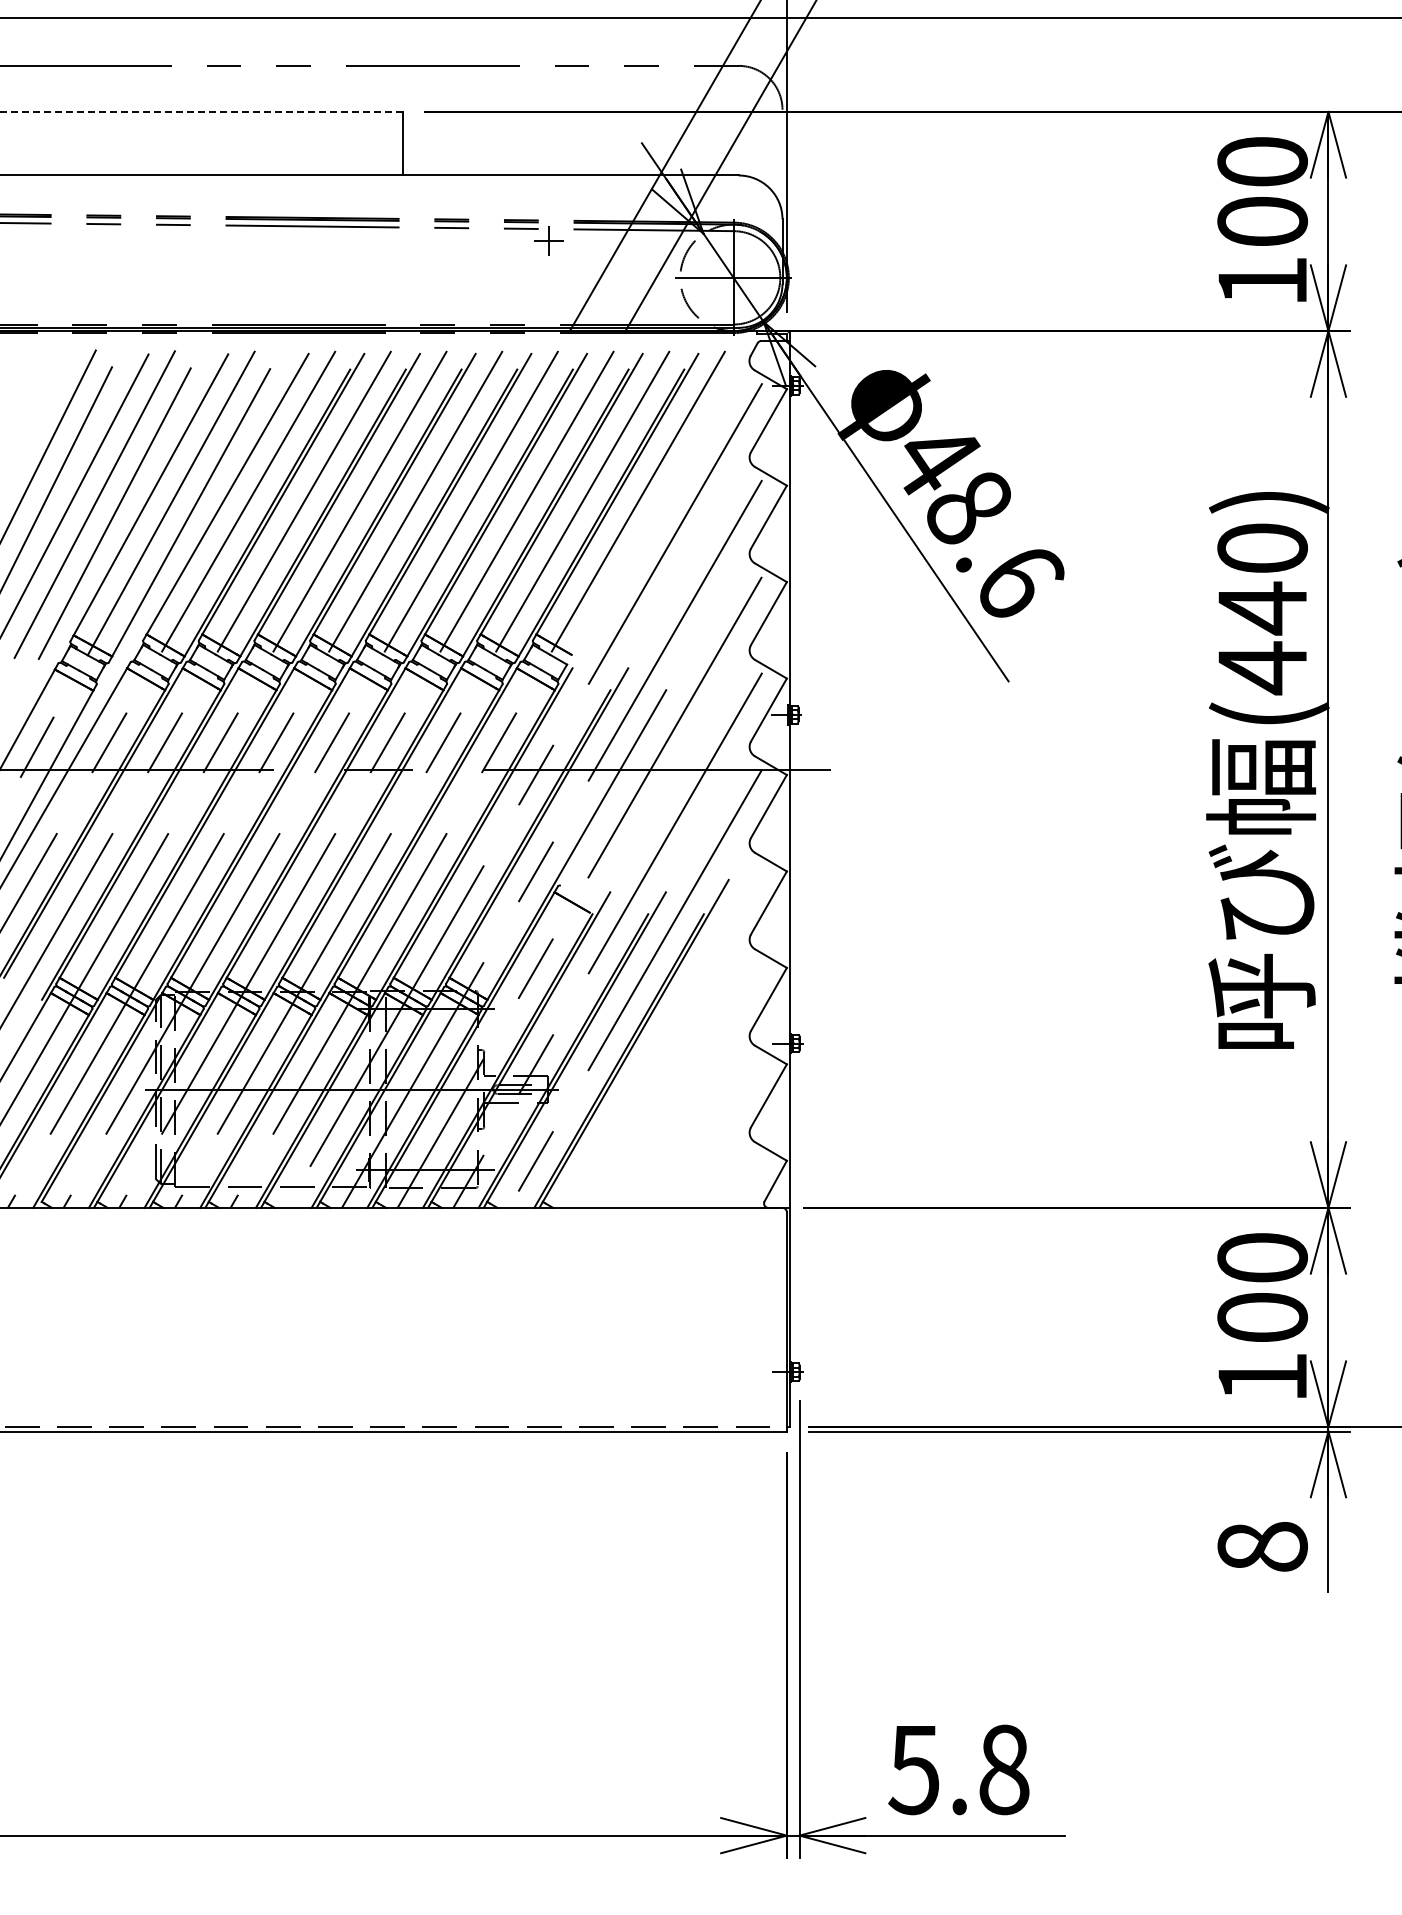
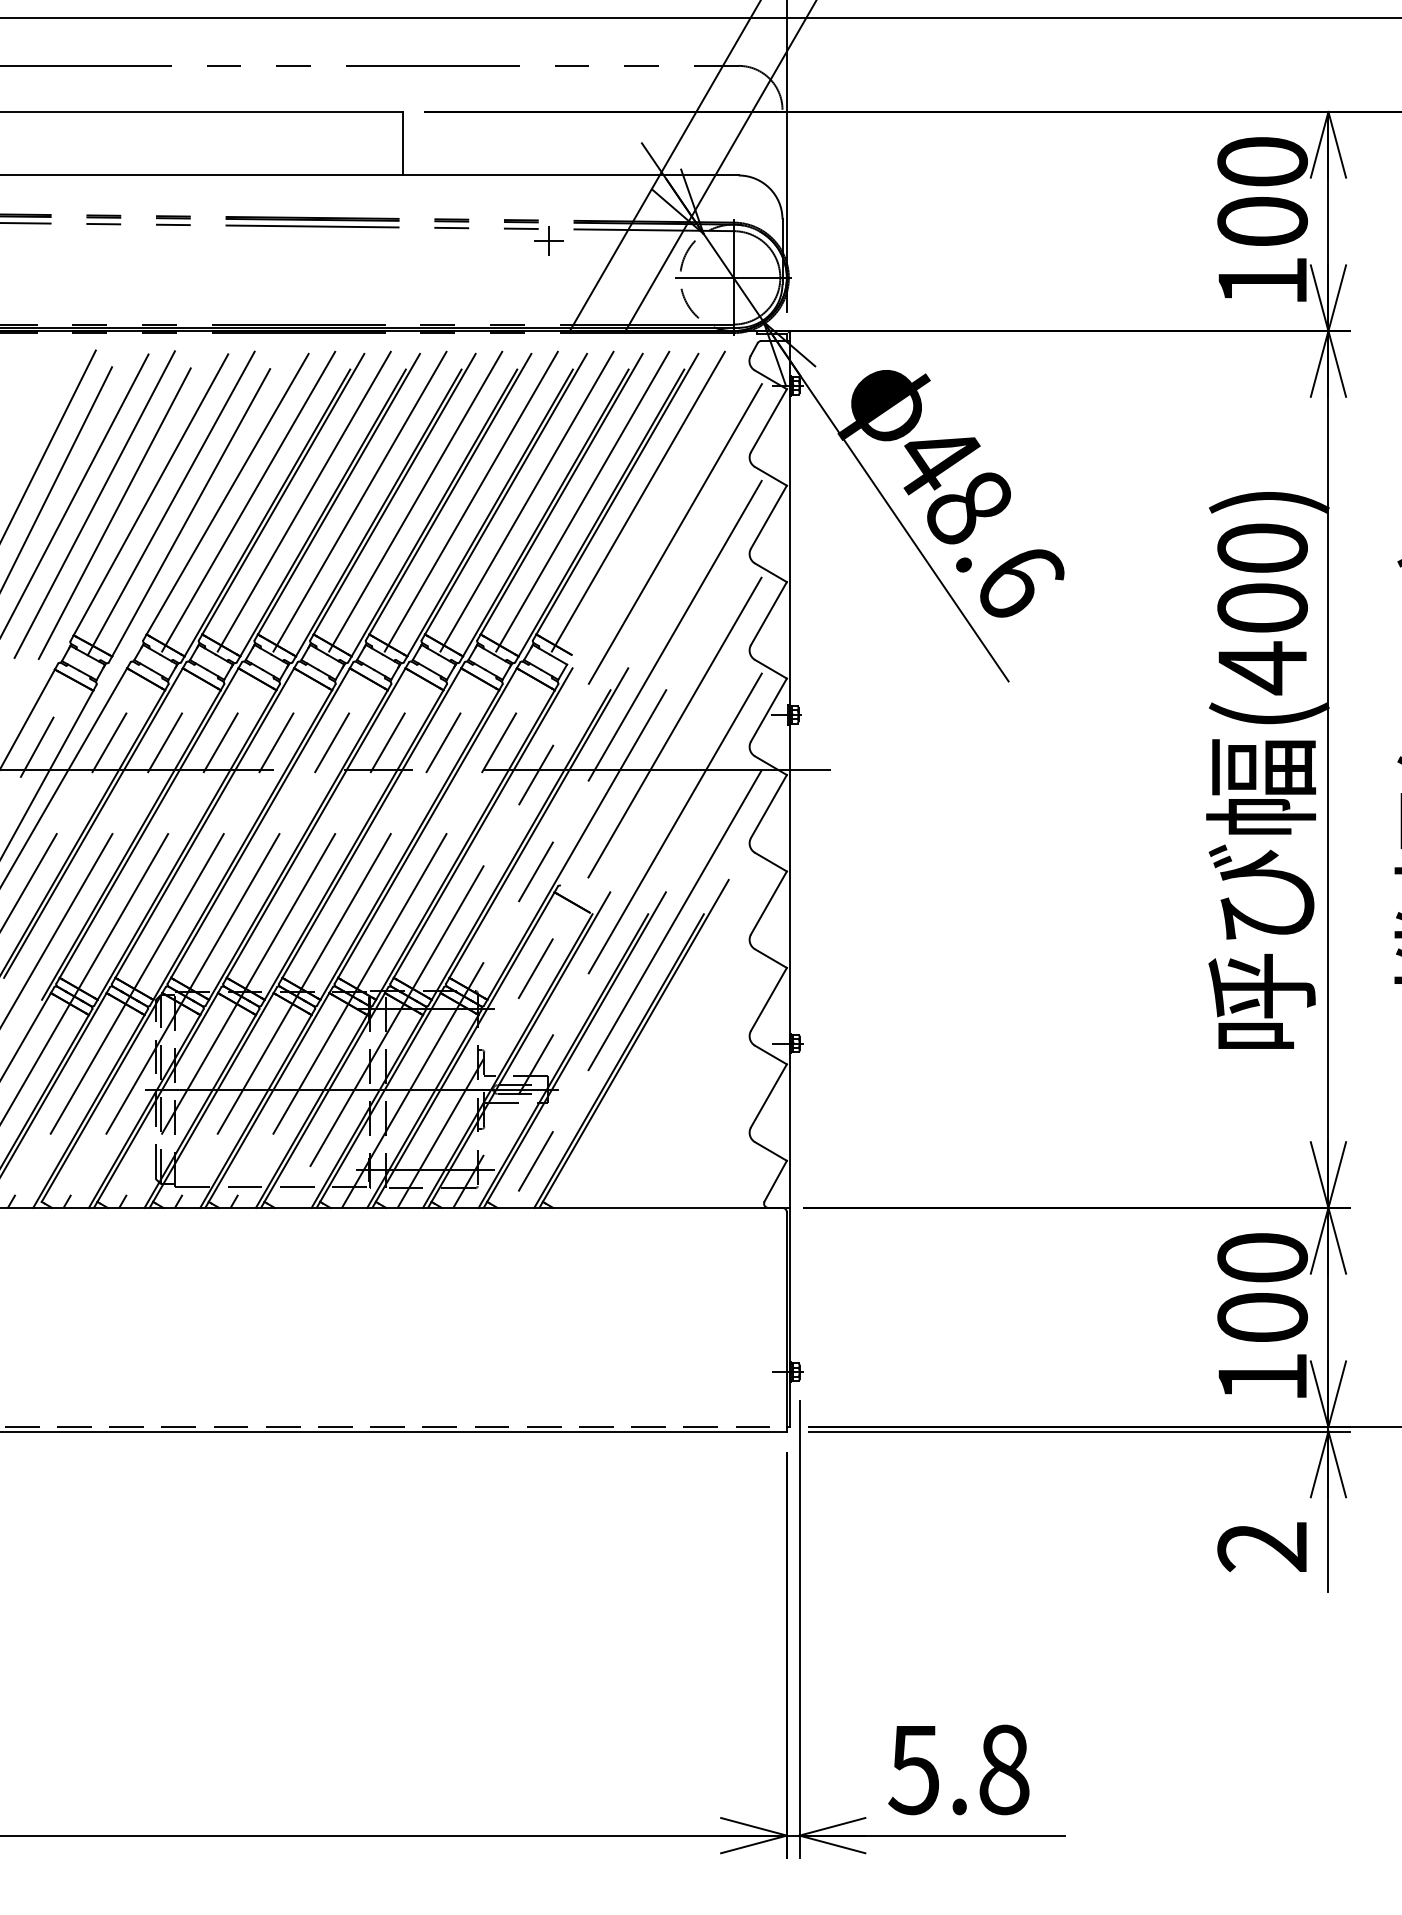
line at (201, 111): dashed -> solid
text at (1262, 608): (440) -> (400)
text at (1262, 1547): 8 -> 2
